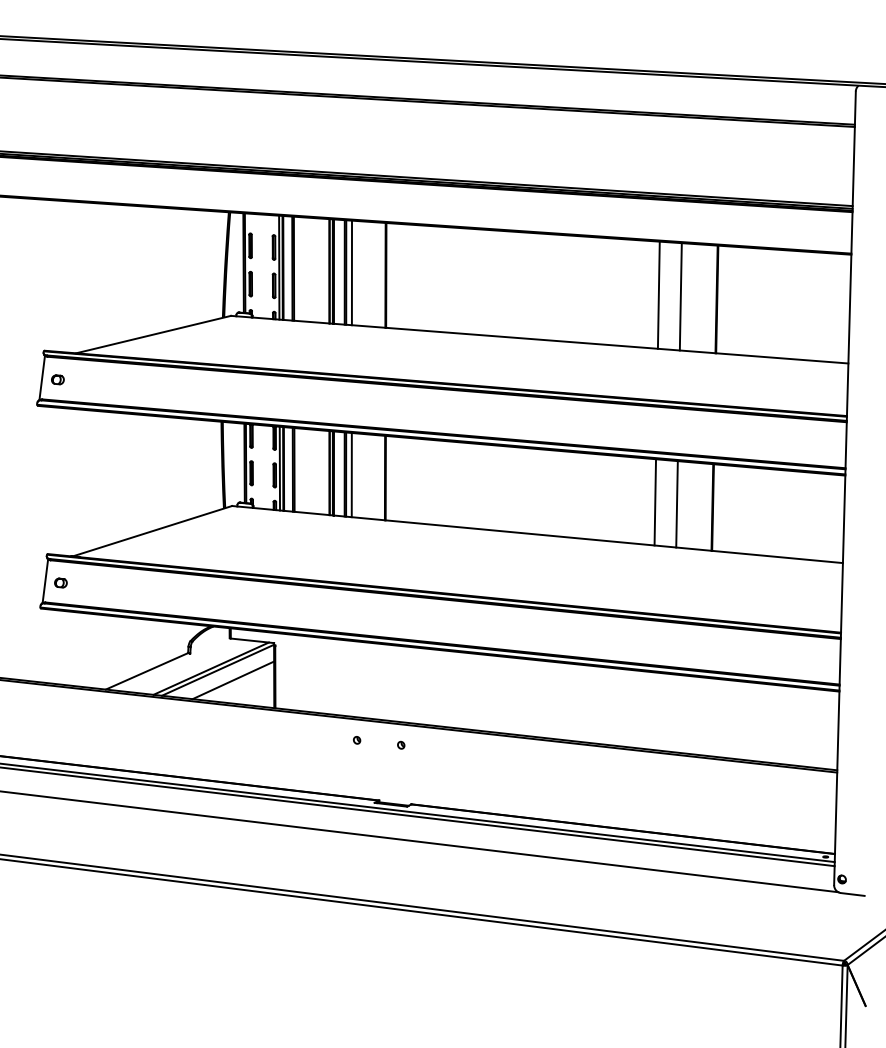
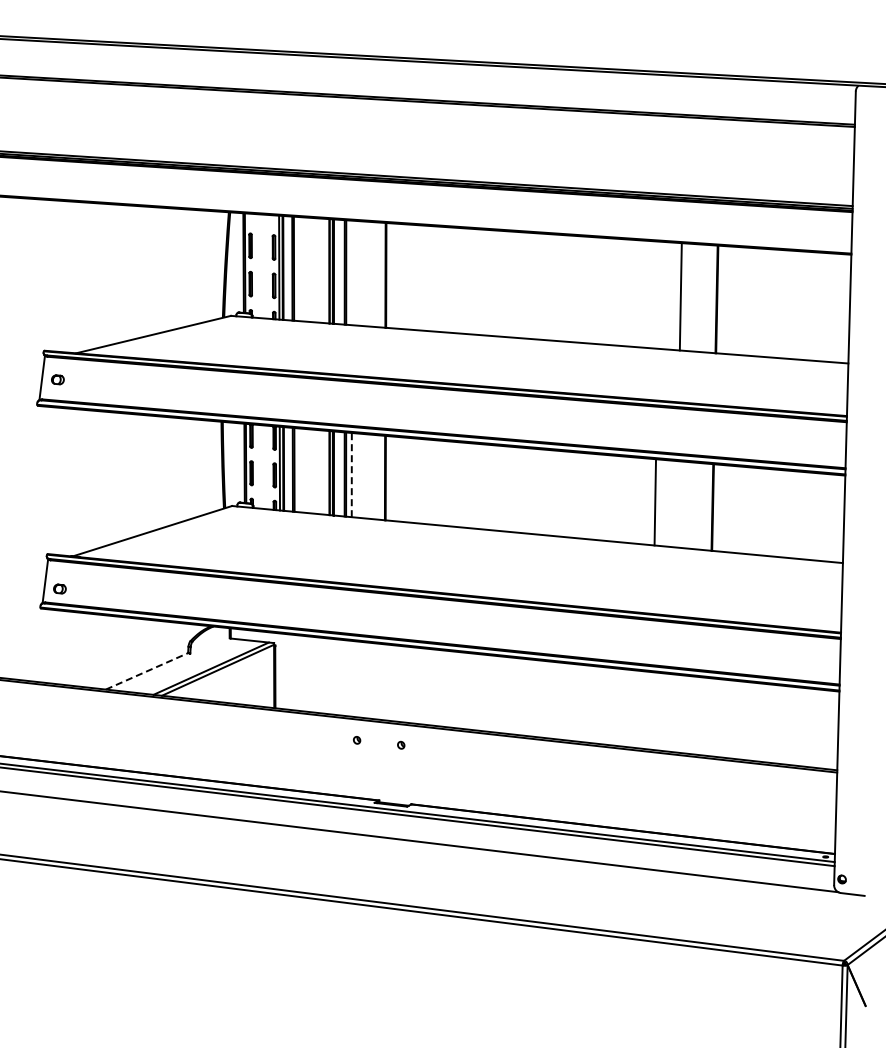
line at (351, 272): present -> none
line at (658, 294): present -> none
line at (351, 474): solid -> dashed
line at (676, 504): present -> none
part at (60, 582) position: (60, 582) -> (59, 588)
line at (146, 671): solid -> dashed
line at (233, 680): present -> none
